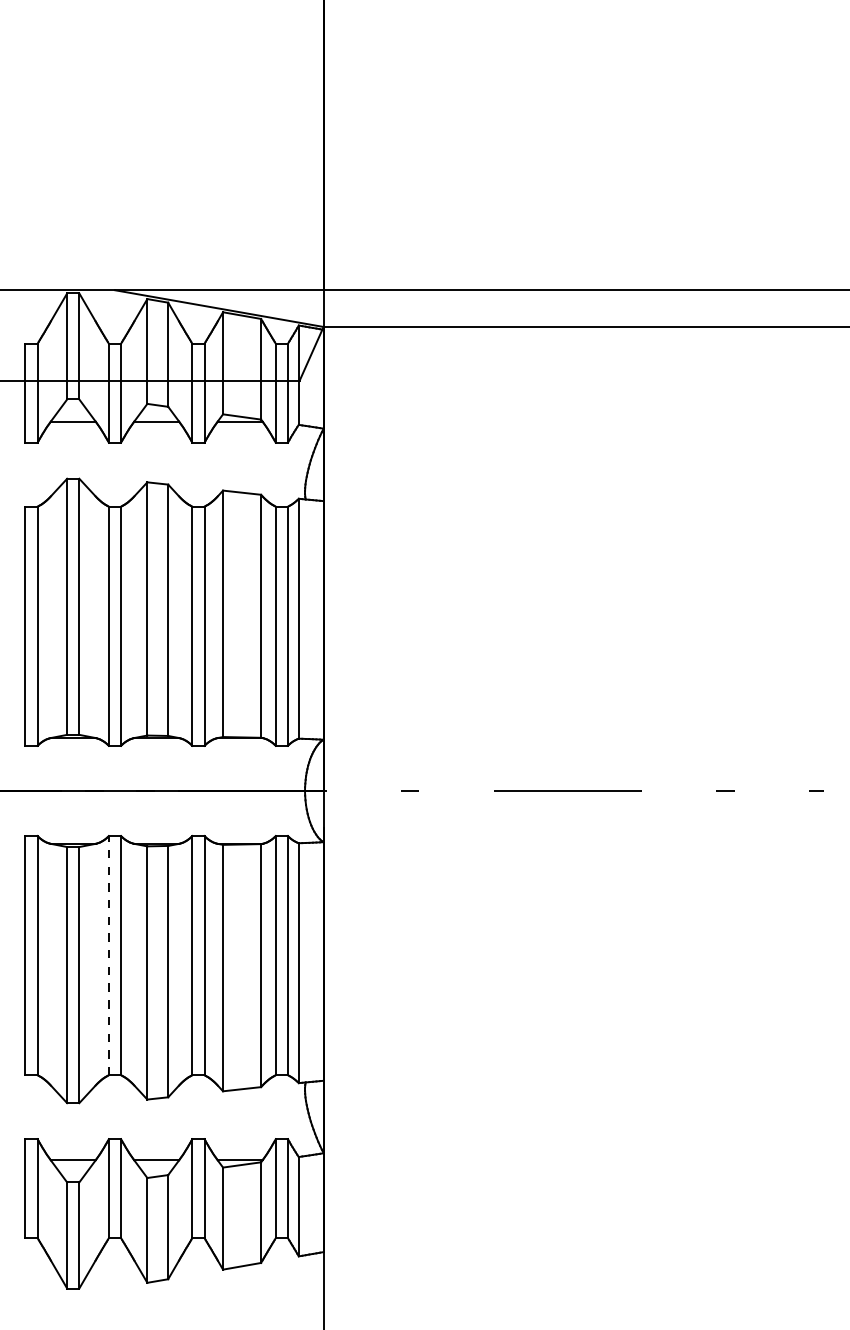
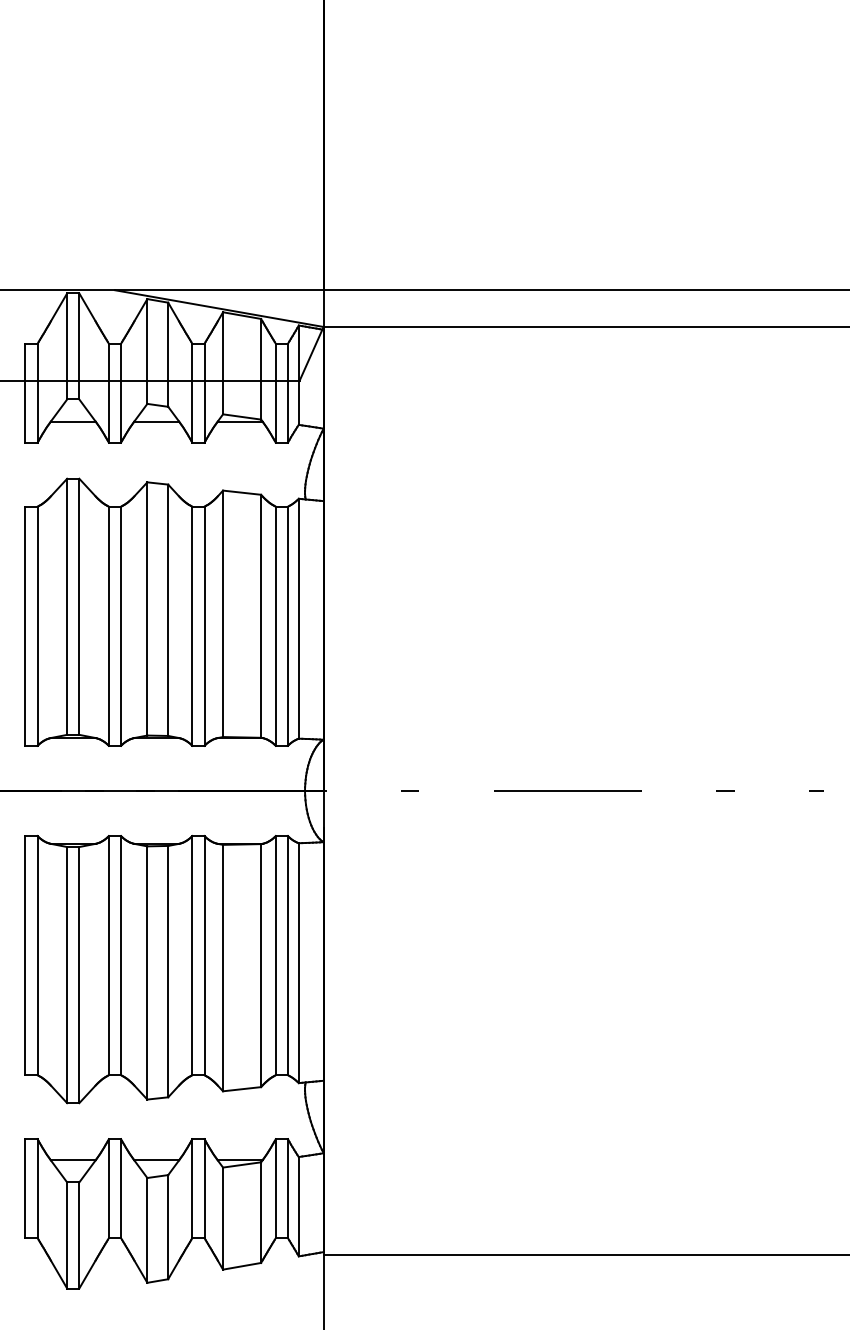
line at (108, 955): dashed -> solid
line at (584, 1254): none -> present
